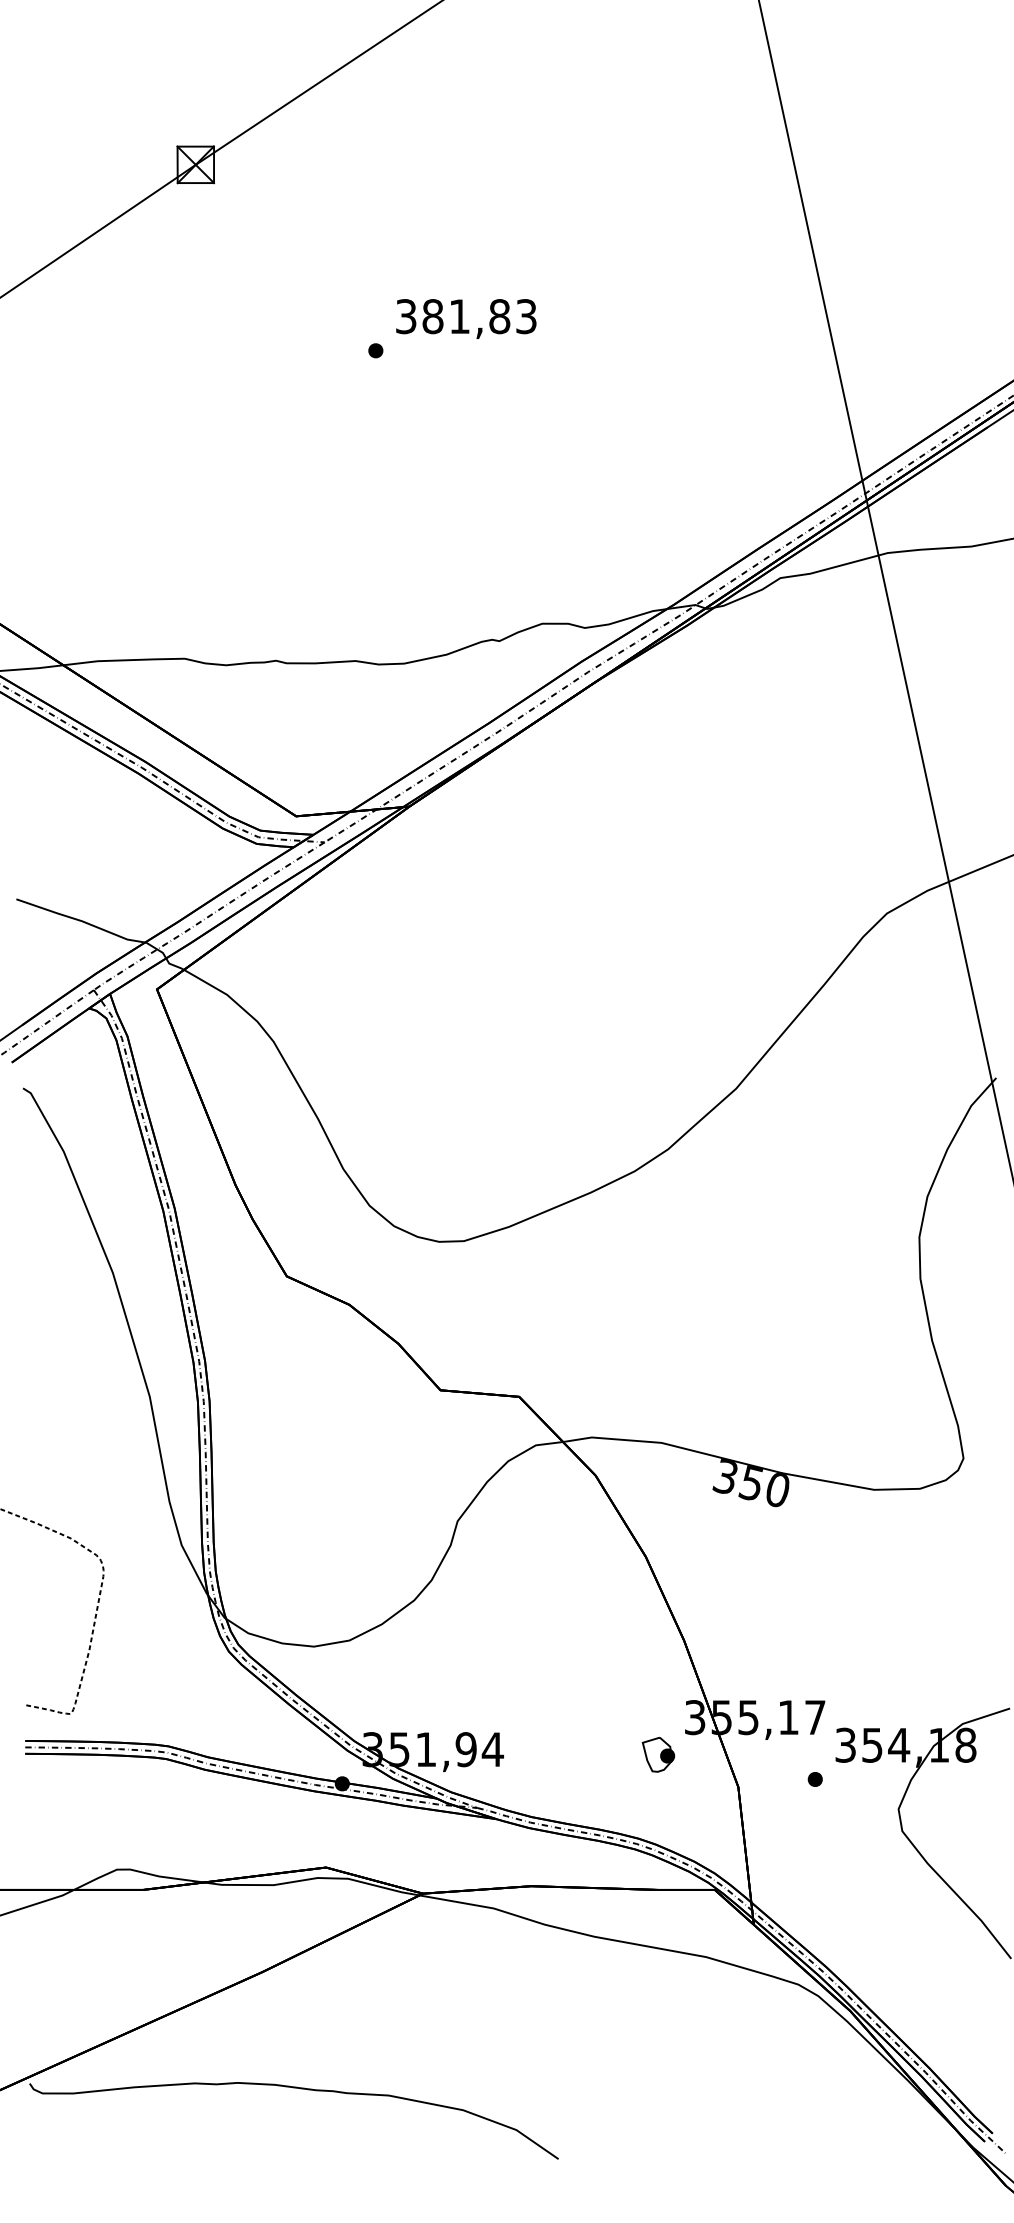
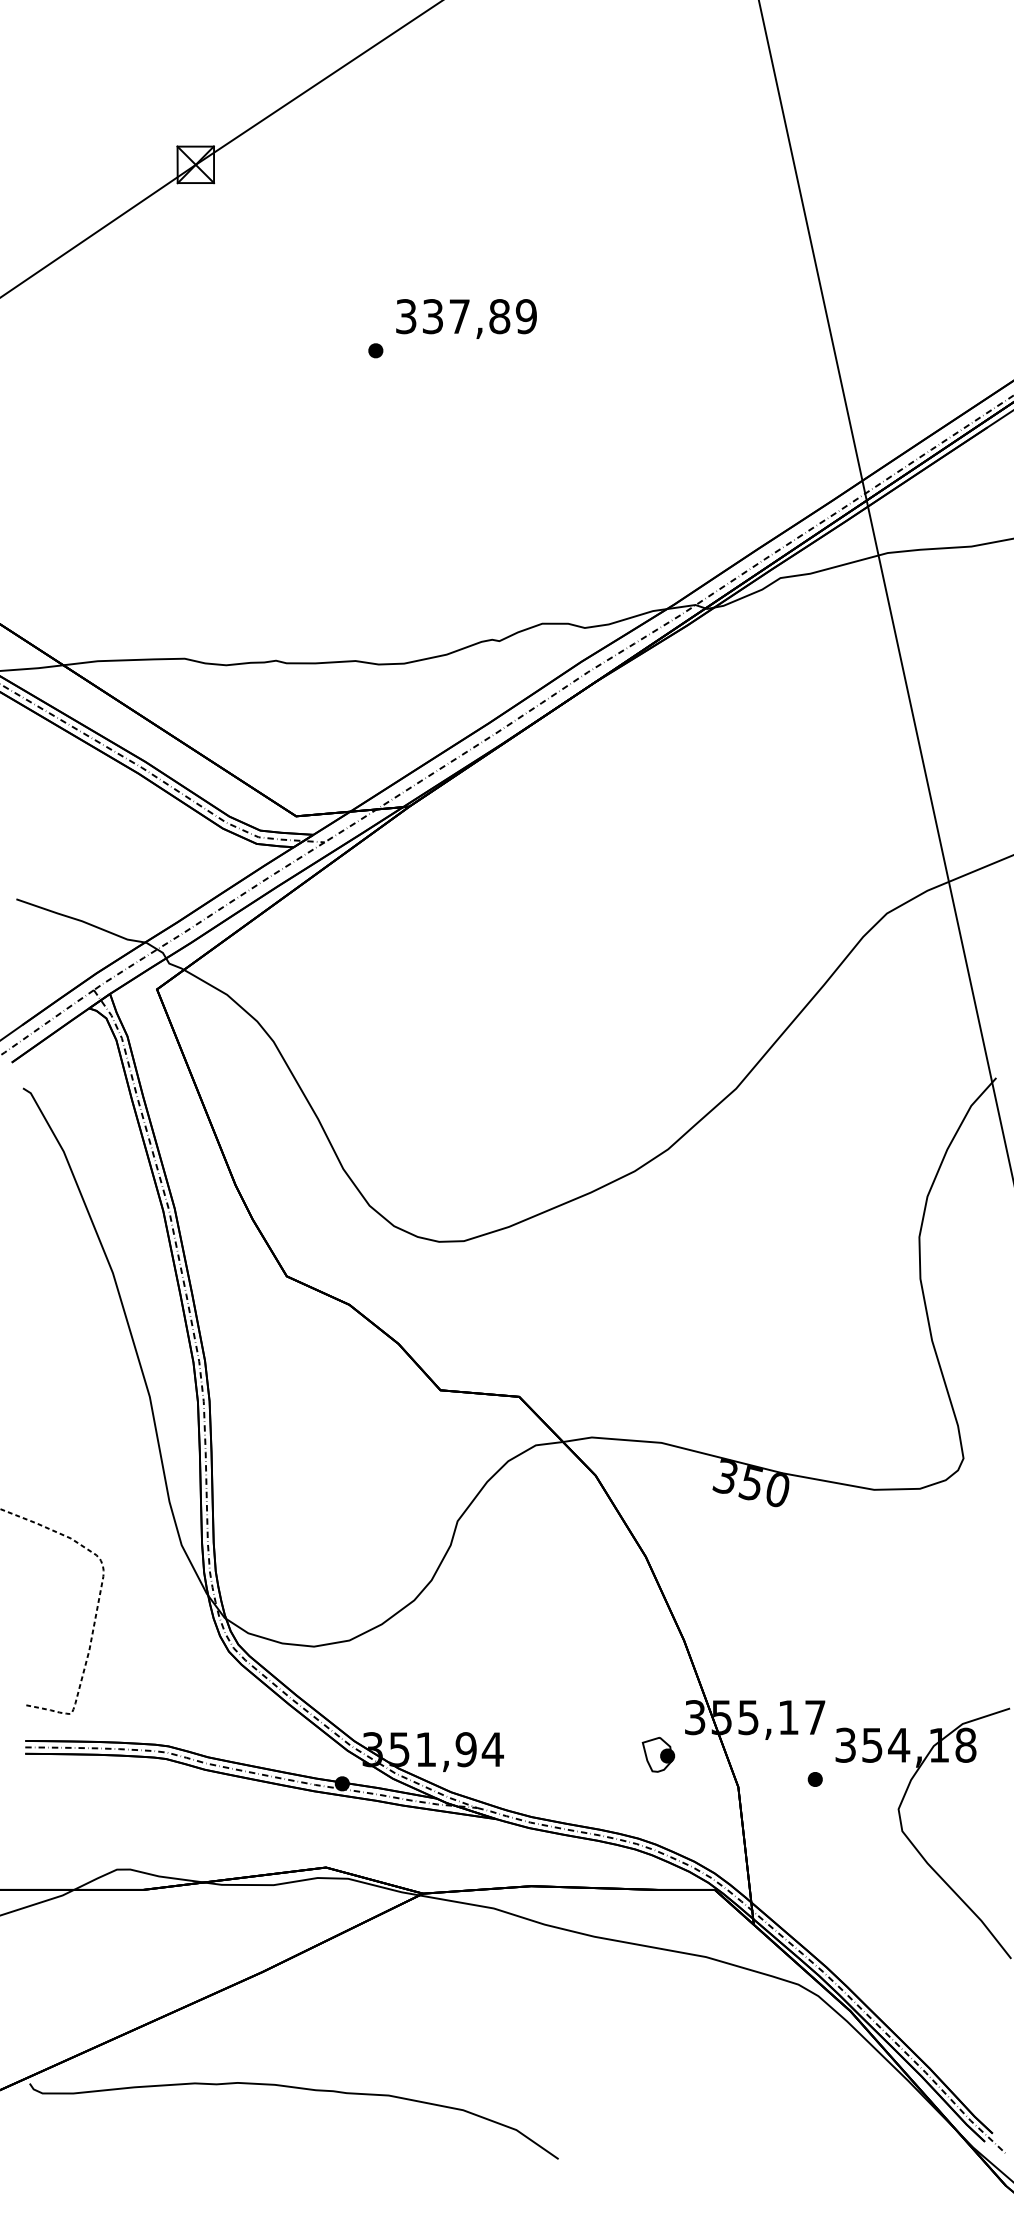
text at (479, 316): 381,83 -> 337,89
